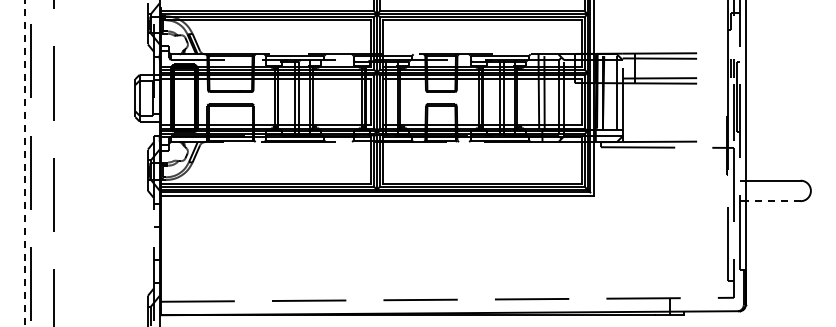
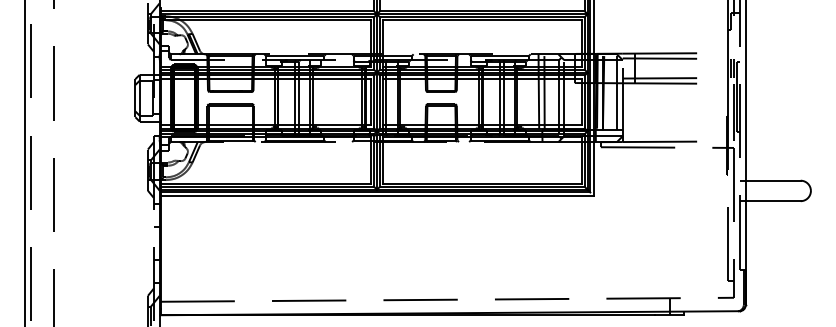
line at (25, 164): dashed -> solid
line at (773, 201): dashed -> solid
